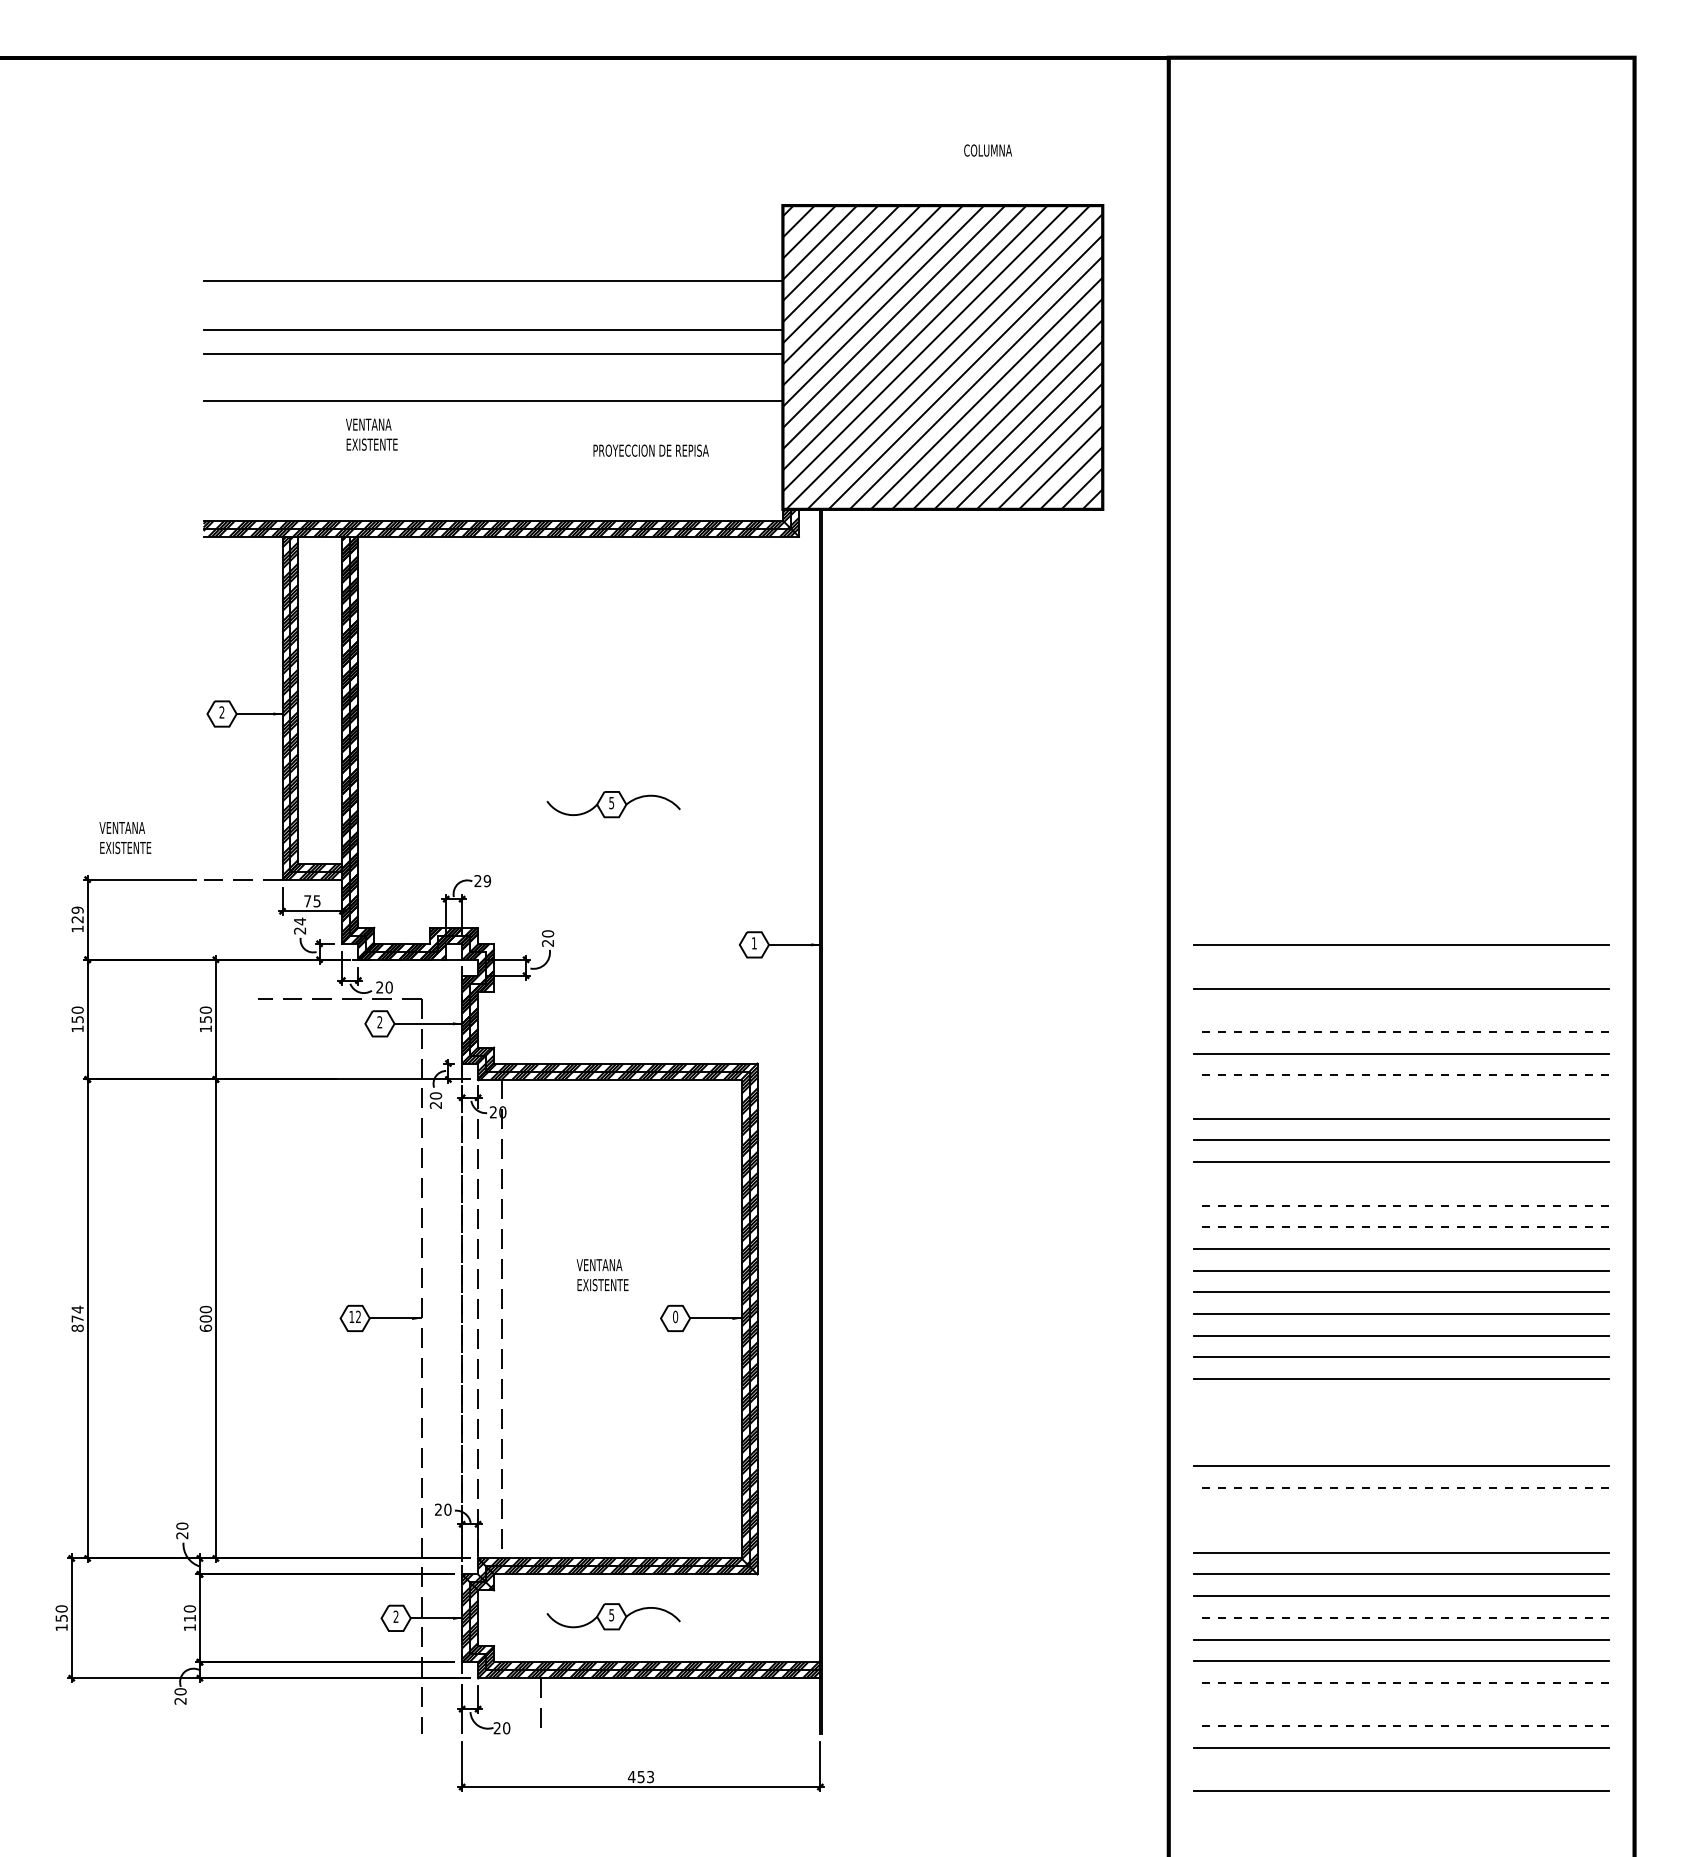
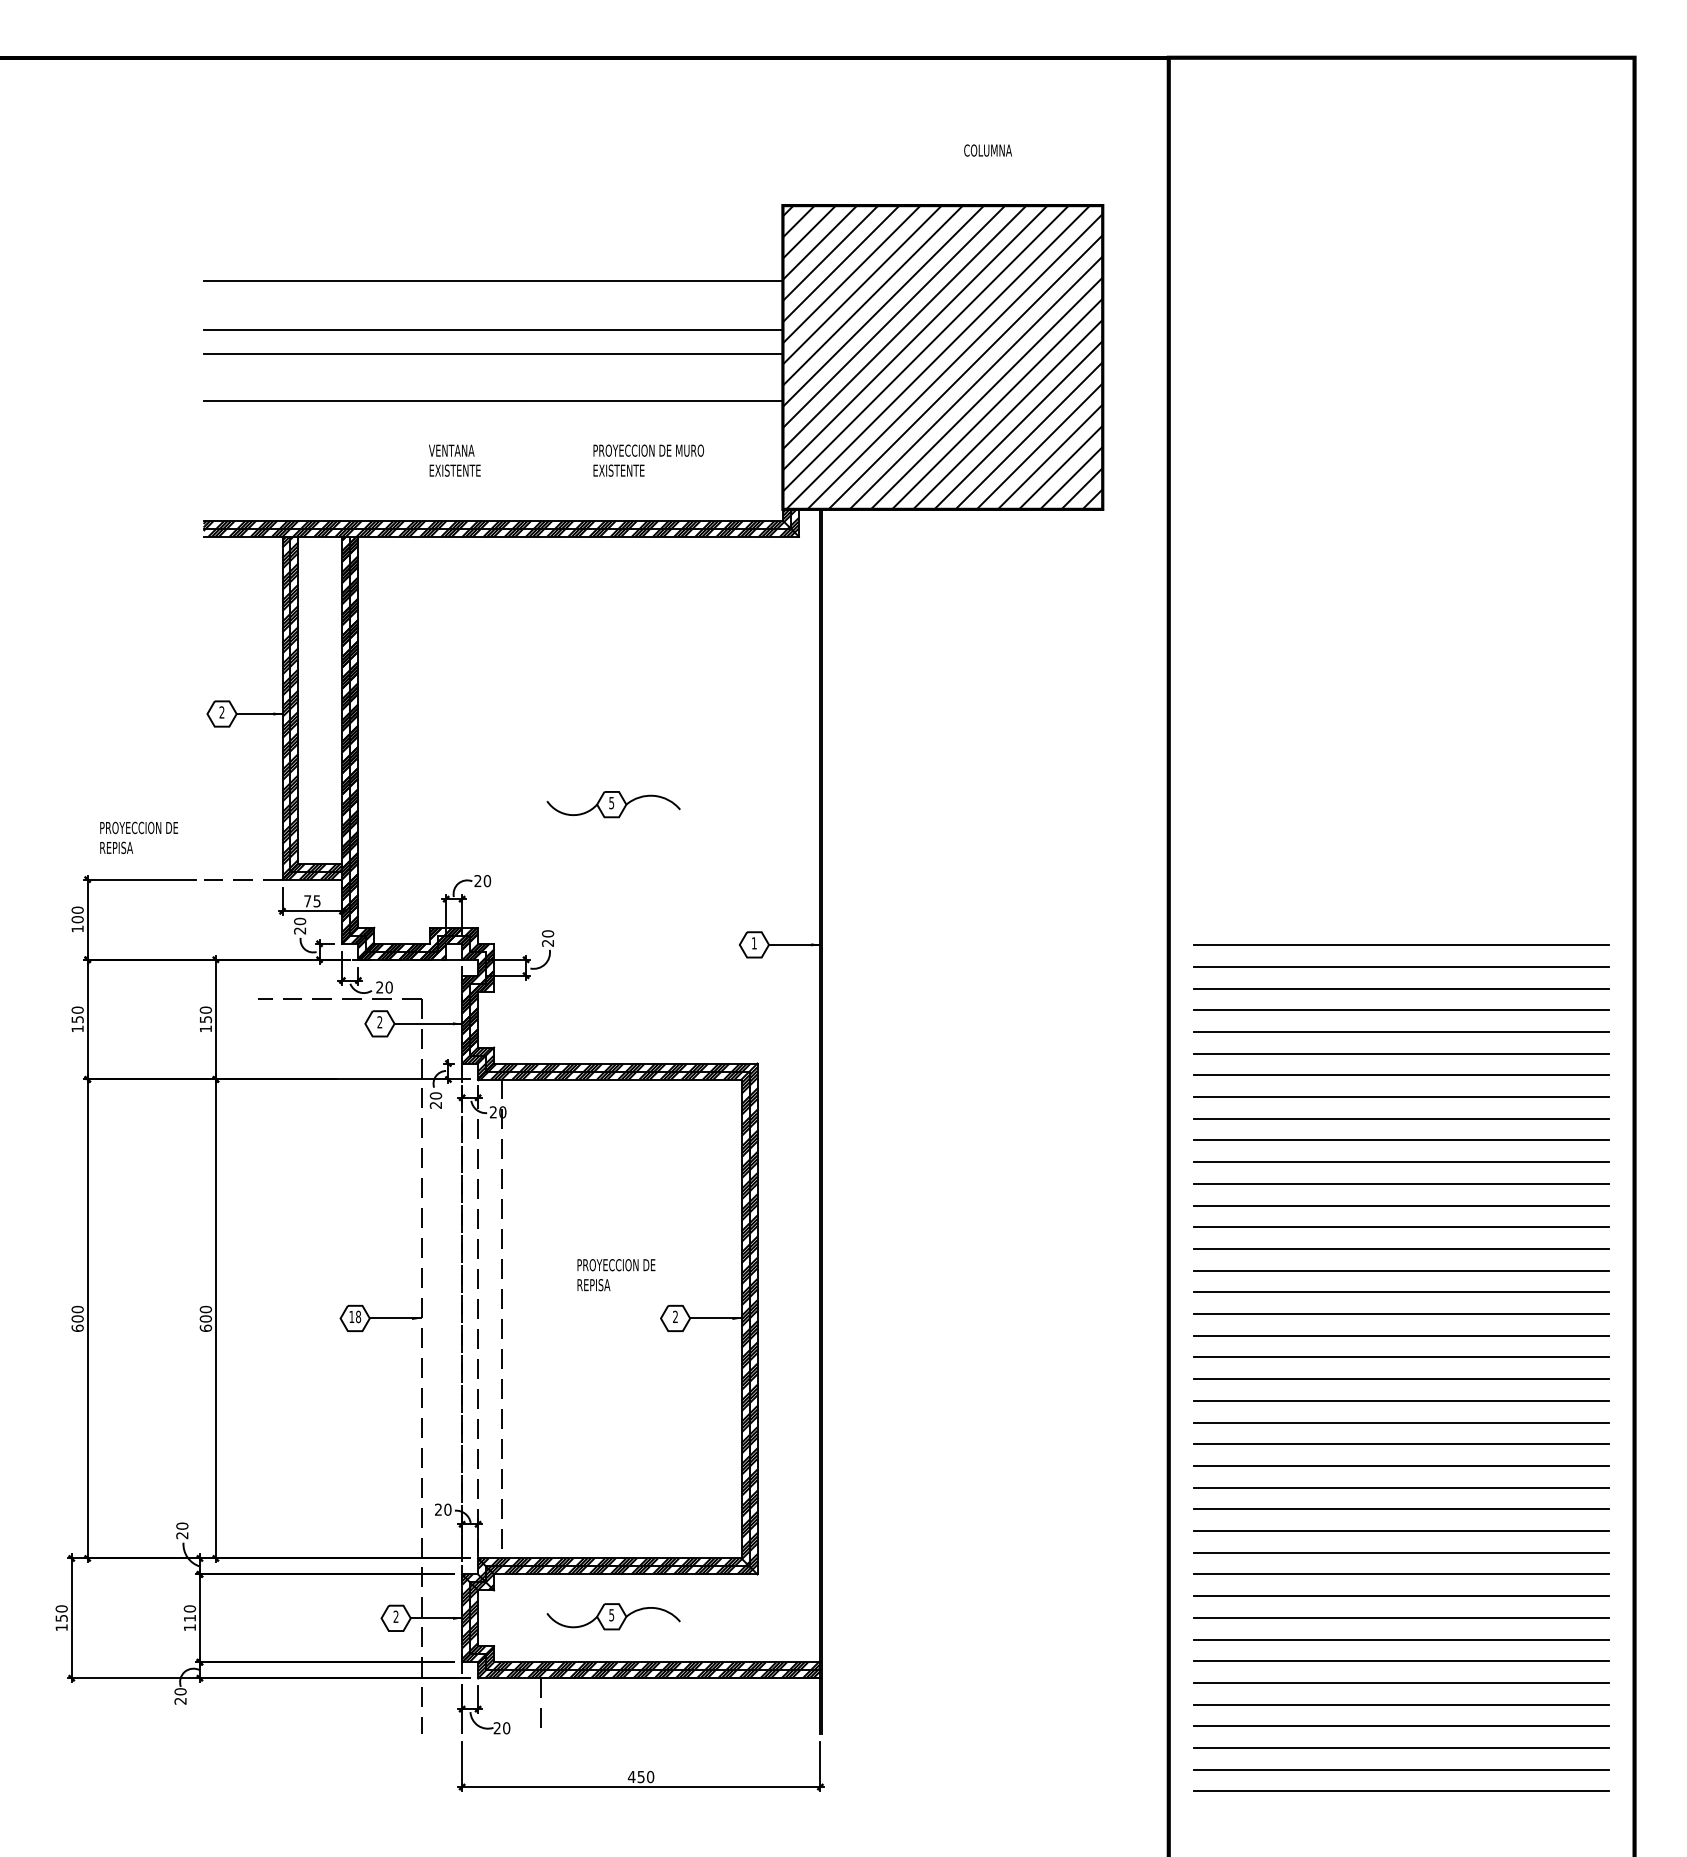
text at (371, 434) position: (371, 434) -> (454, 460)
text at (650, 460): PROYECCION DE REPISA -> PROYECCION DE MURO EXISTENTE
text at (138, 837): VENTANA EXISTENTE -> PROYECCION DE REPISA
text at (486, 881): 29 -> 20
text at (77, 914): 129 -> 100
text at (300, 921): 24 -> 20
line at (1401, 966): none -> present
line at (1401, 1010): none -> present
line at (1401, 1031): dashed -> solid
line at (1401, 1075): dashed -> solid
line at (1401, 1097): none -> present
line at (1401, 1183): none -> present
line at (1401, 1205): dashed -> solid
line at (1401, 1227): dashed -> solid
text at (615, 1275): VENTANA EXISTENTE -> PROYECCION DE REPISA
text at (358, 1316): 12 -> 18
text at (675, 1316): 0 -> 2
text at (77, 1318): 874 -> 600
line at (1401, 1400): none -> present
line at (1401, 1422): none -> present
line at (1401, 1444): none -> present
line at (1401, 1487): dashed -> solid
line at (1401, 1509): none -> present
line at (1401, 1530): none -> present
line at (1401, 1617): dashed -> solid
line at (1401, 1682): dashed -> solid
line at (1401, 1704): none -> present
line at (1401, 1726): dashed -> solid
line at (1401, 1769): none -> present
text at (650, 1777): 453 -> 450
